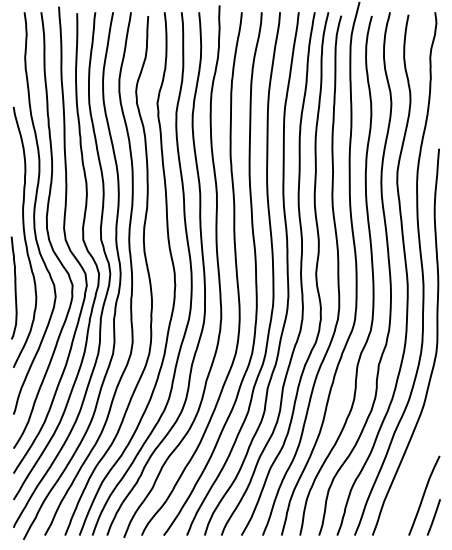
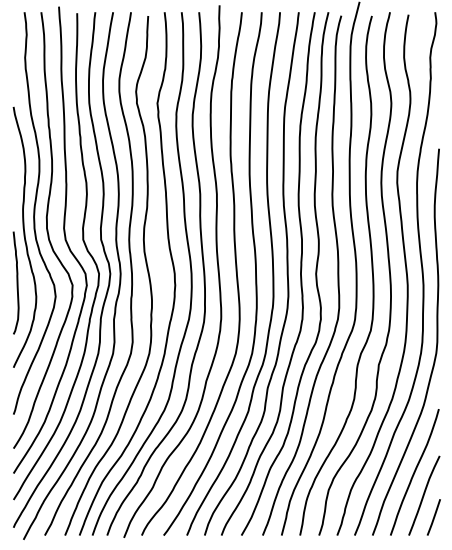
curve at (14, 287) position: (14, 287) -> (16, 282)
curve at (414, 472): none -> present
